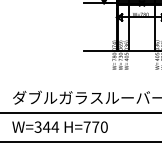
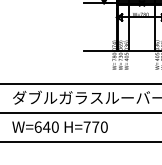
line at (80, 83): none -> present
text at (46, 126): W=344 -> W=640
